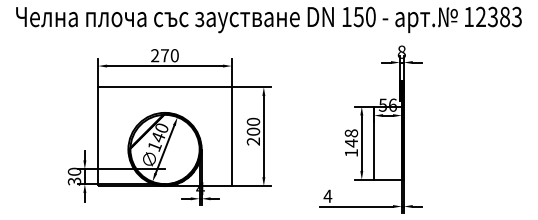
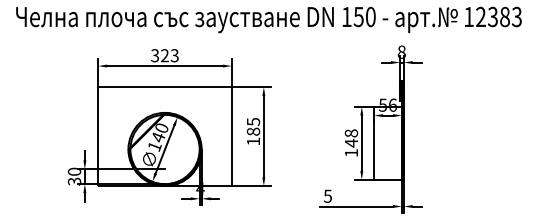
text at (164, 55): 270 -> 323
text at (253, 131): 200 -> 185
text at (327, 195): 4 -> 5
